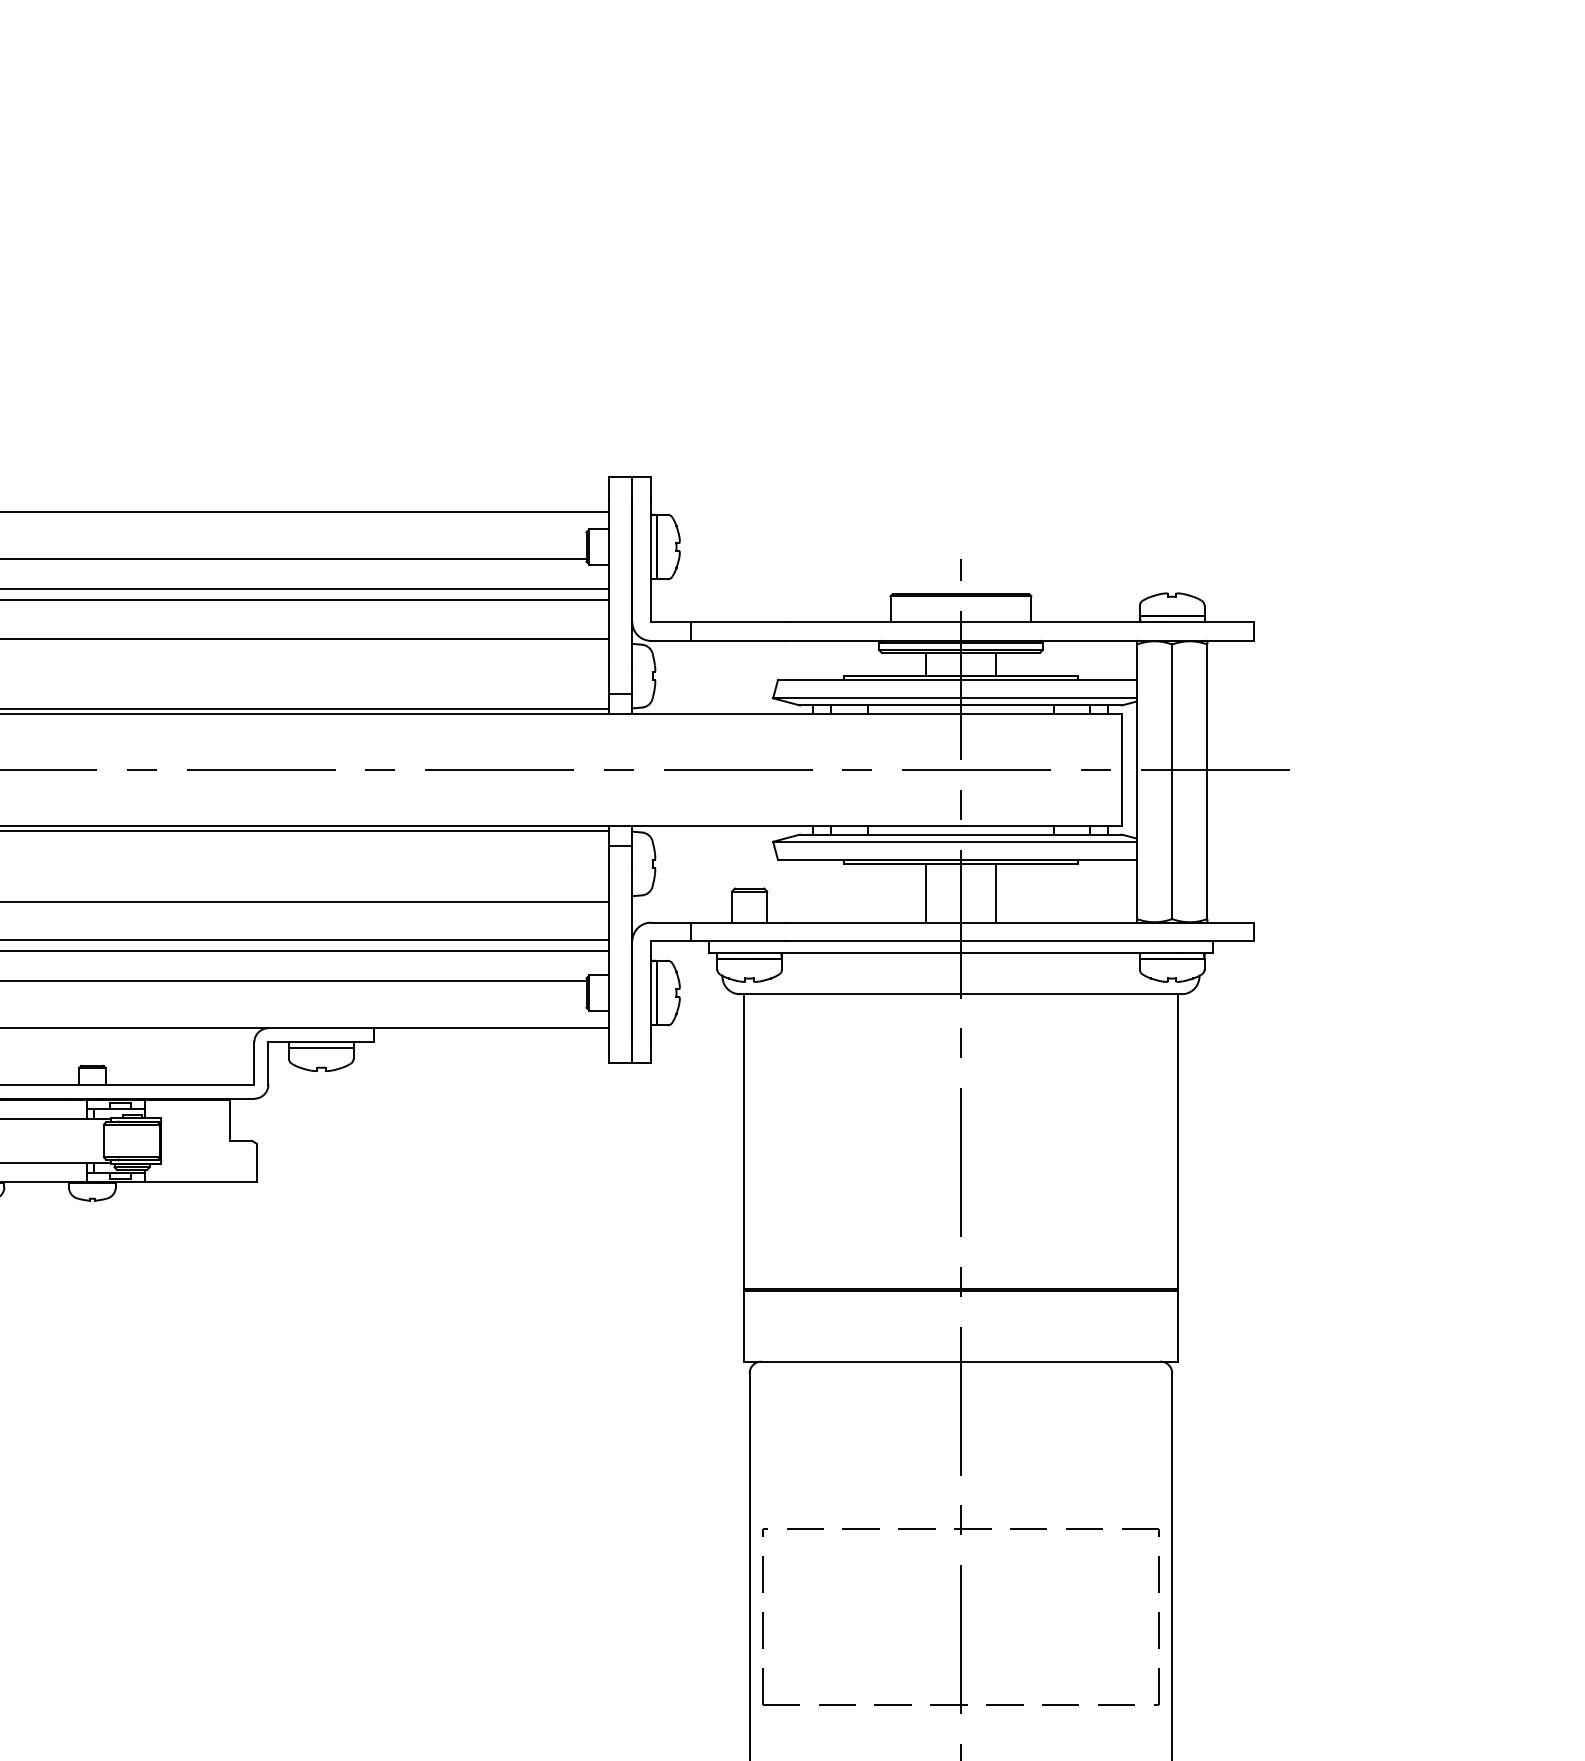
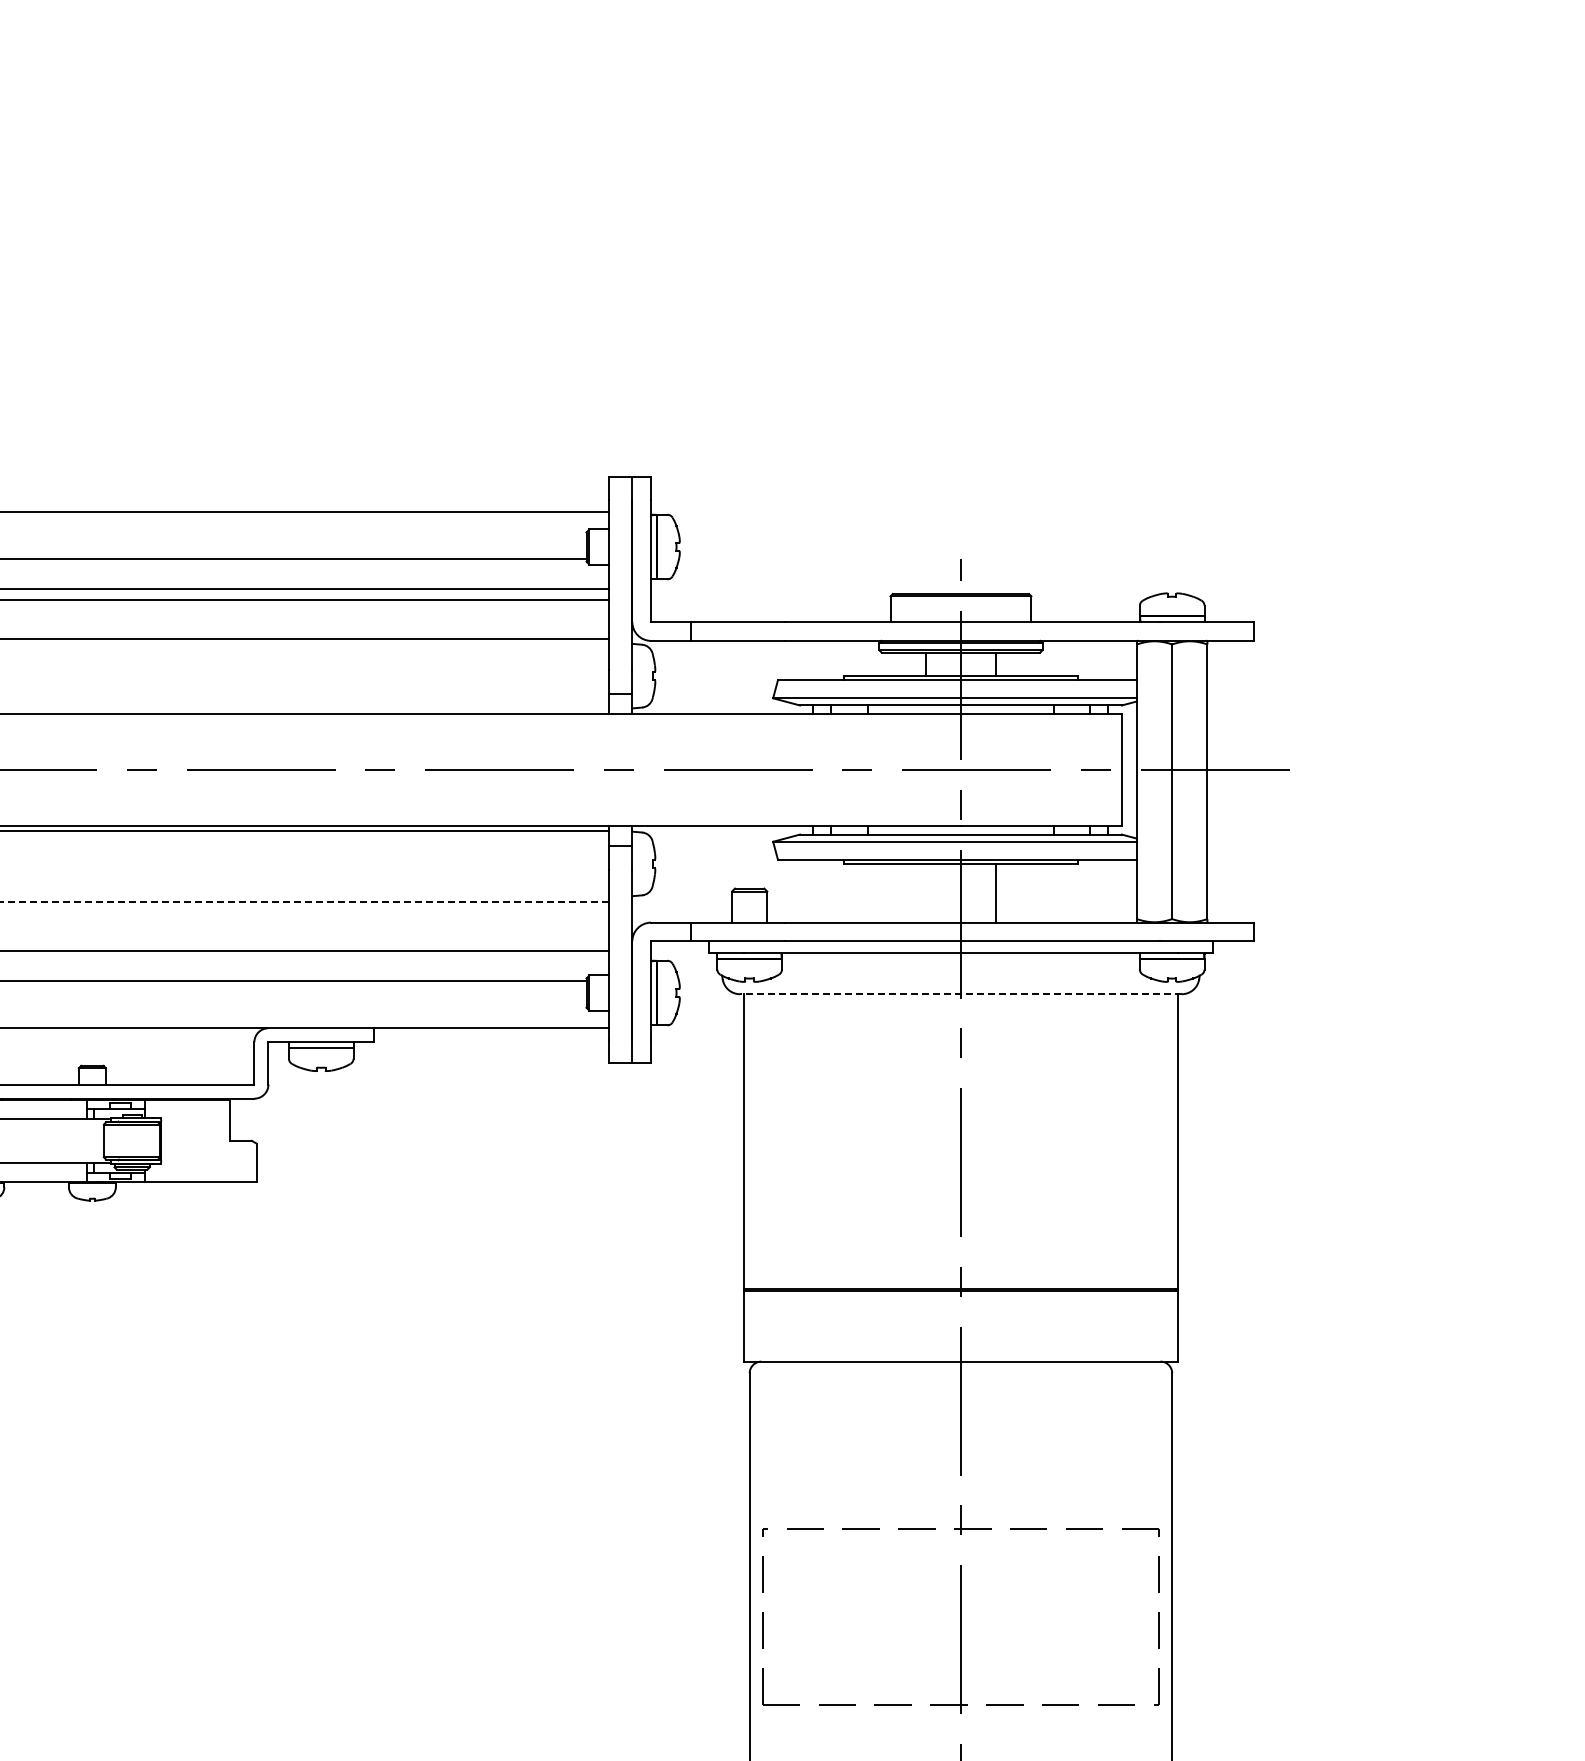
line at (305, 709): present -> none
line at (925, 892): present -> none
line at (304, 901): solid -> dashed
line at (305, 940): present -> none
line at (960, 994): solid -> dashed
